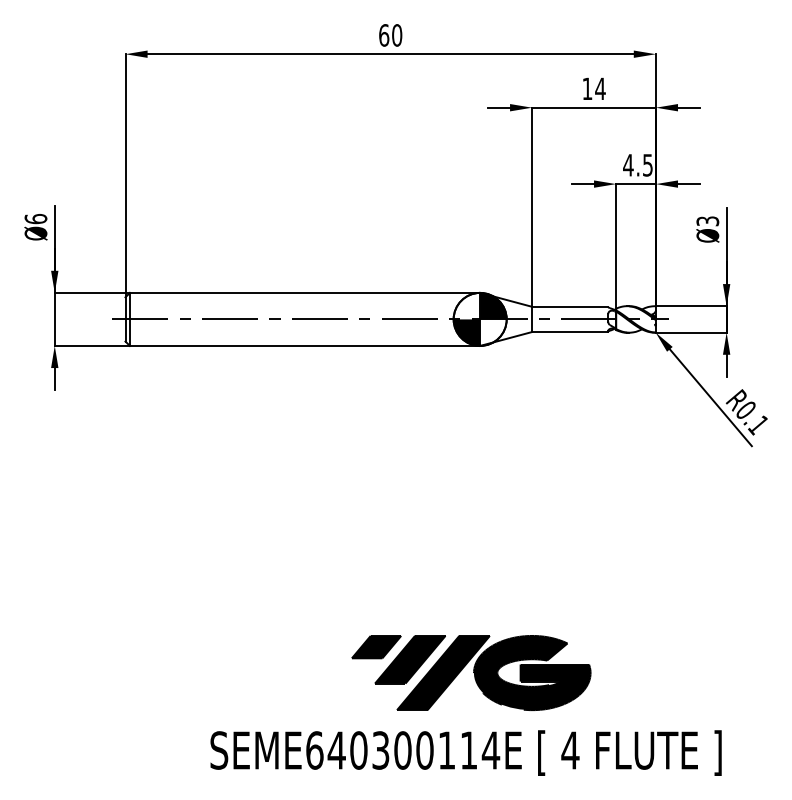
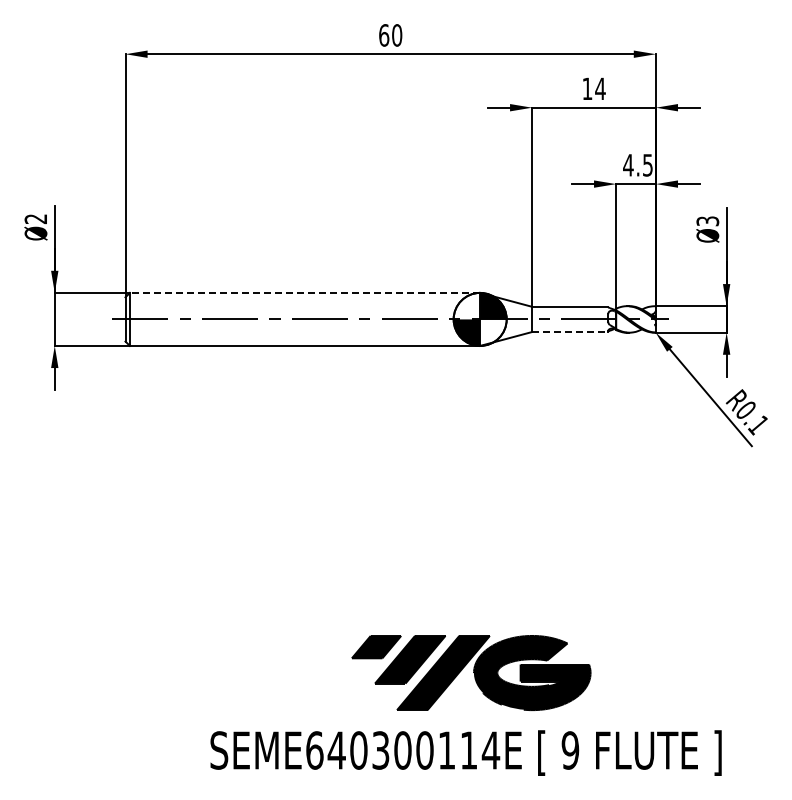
text at (35, 218): Ø6 -> Ø2
line at (304, 292): solid -> dashed
line at (570, 332): solid -> dashed
text at (570, 750): 4 -> 9
